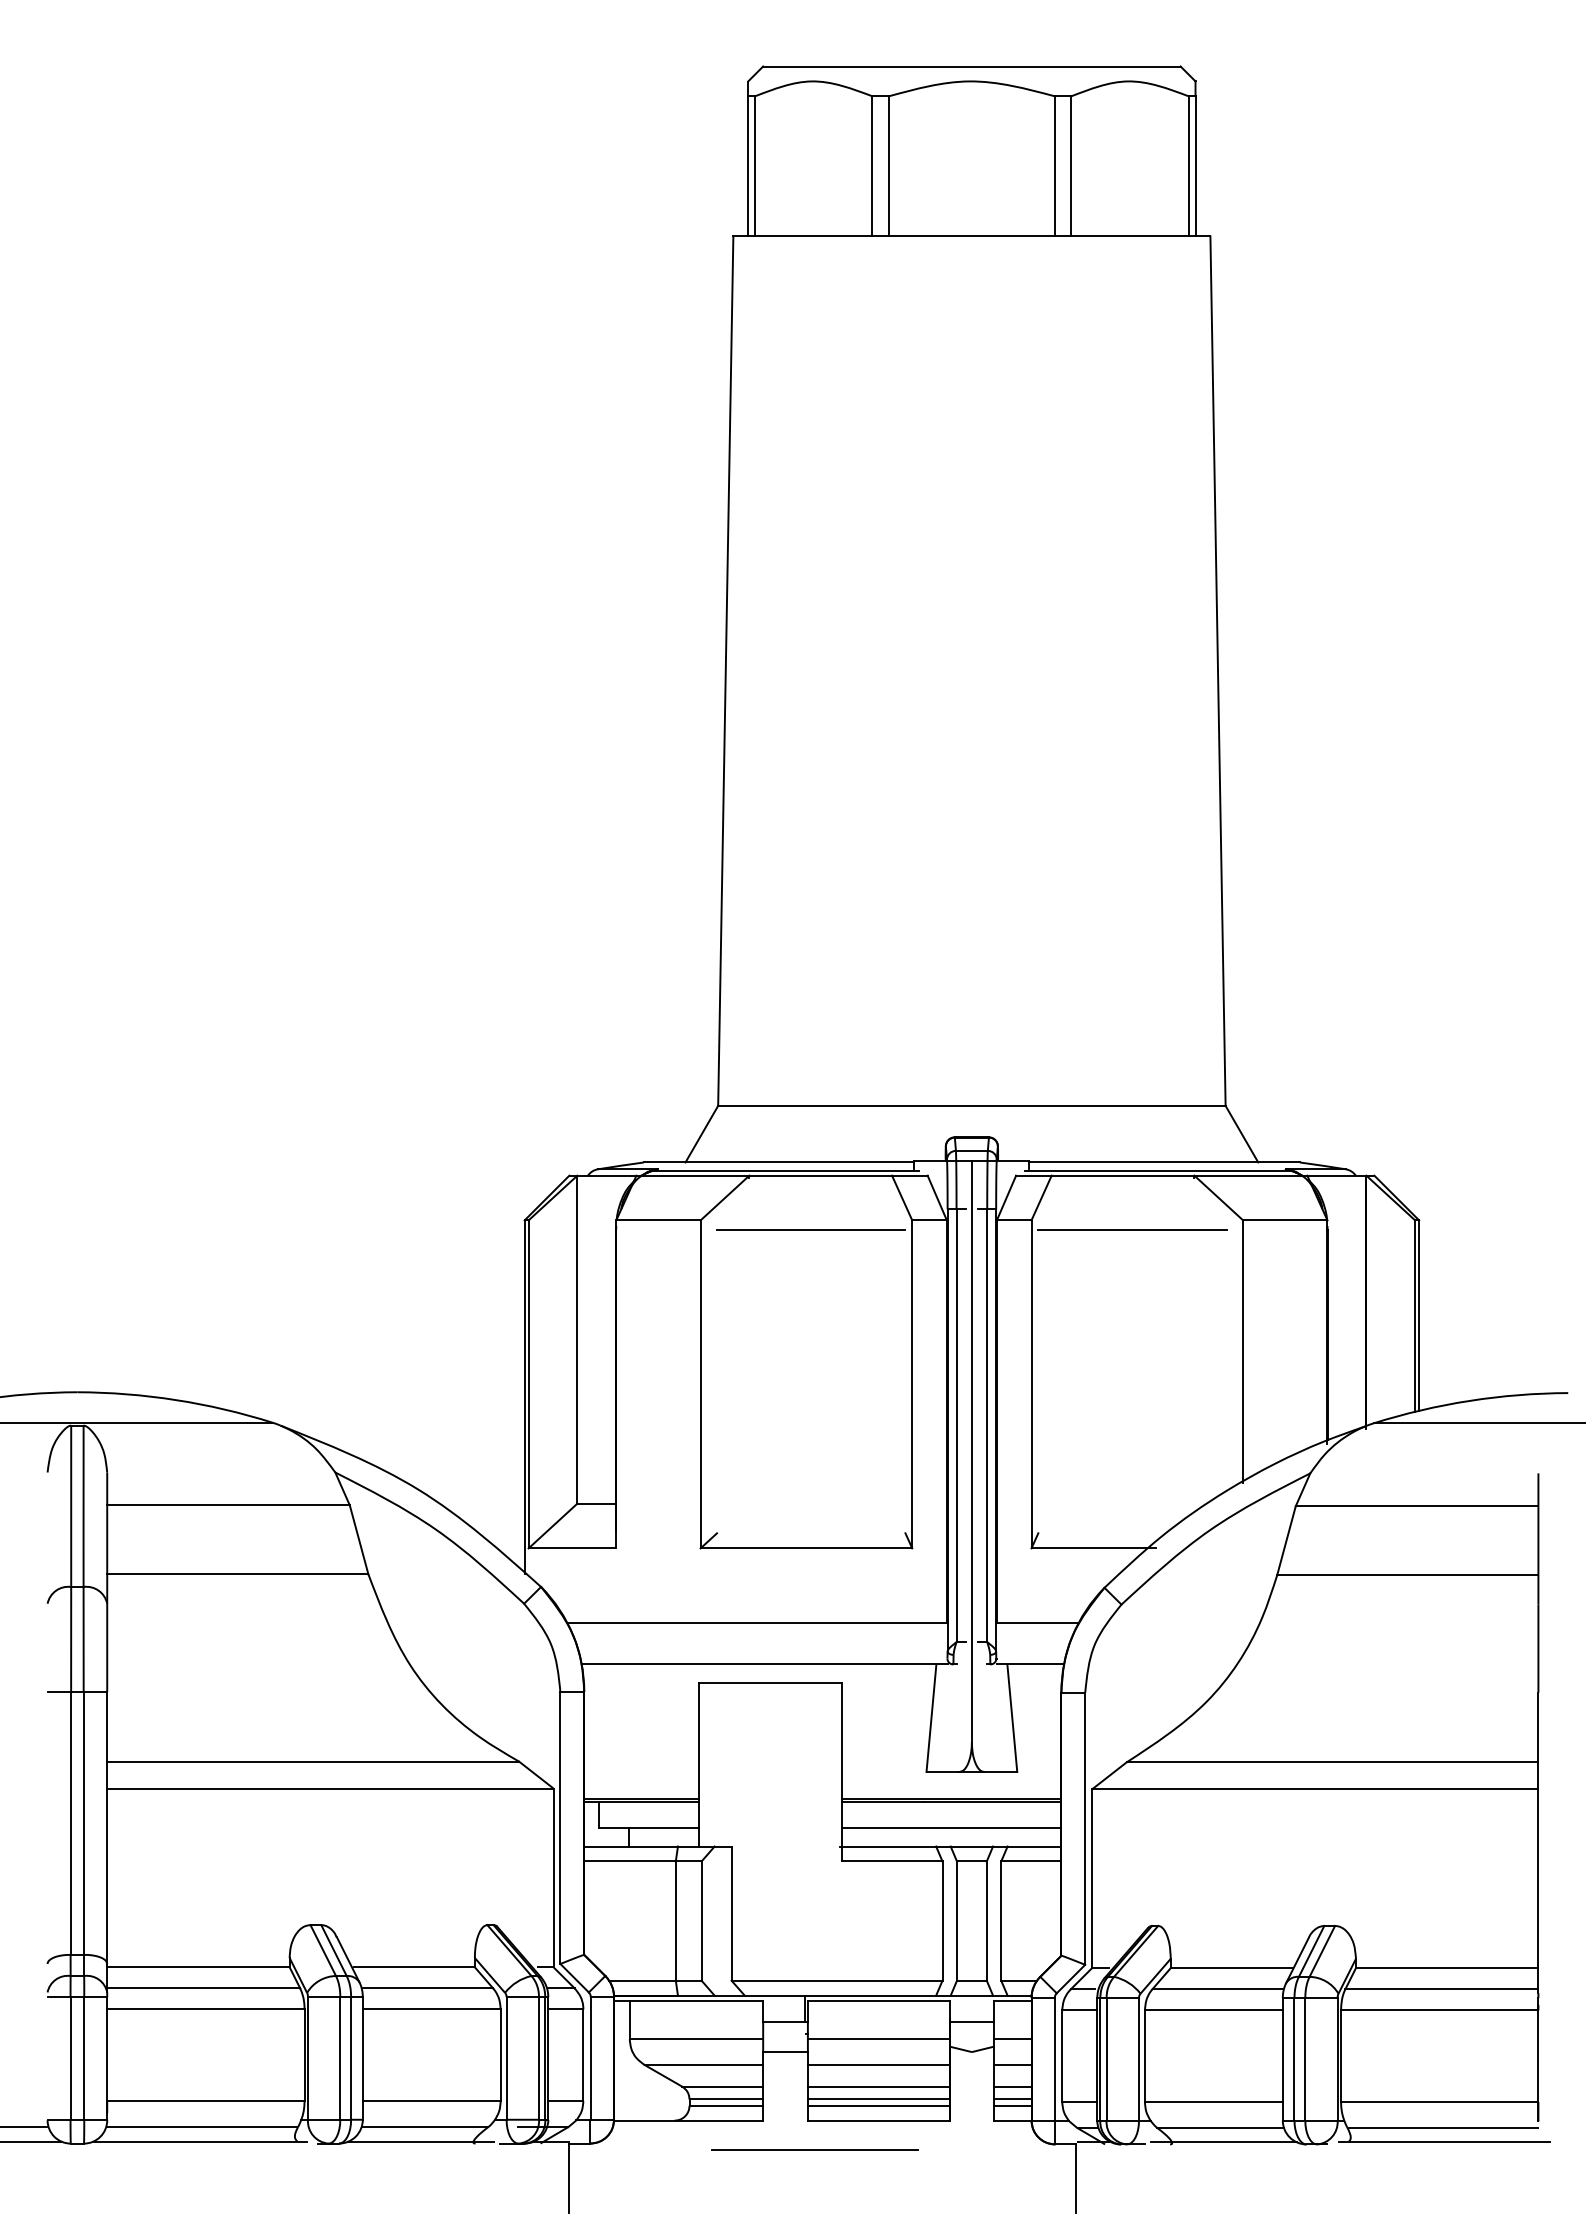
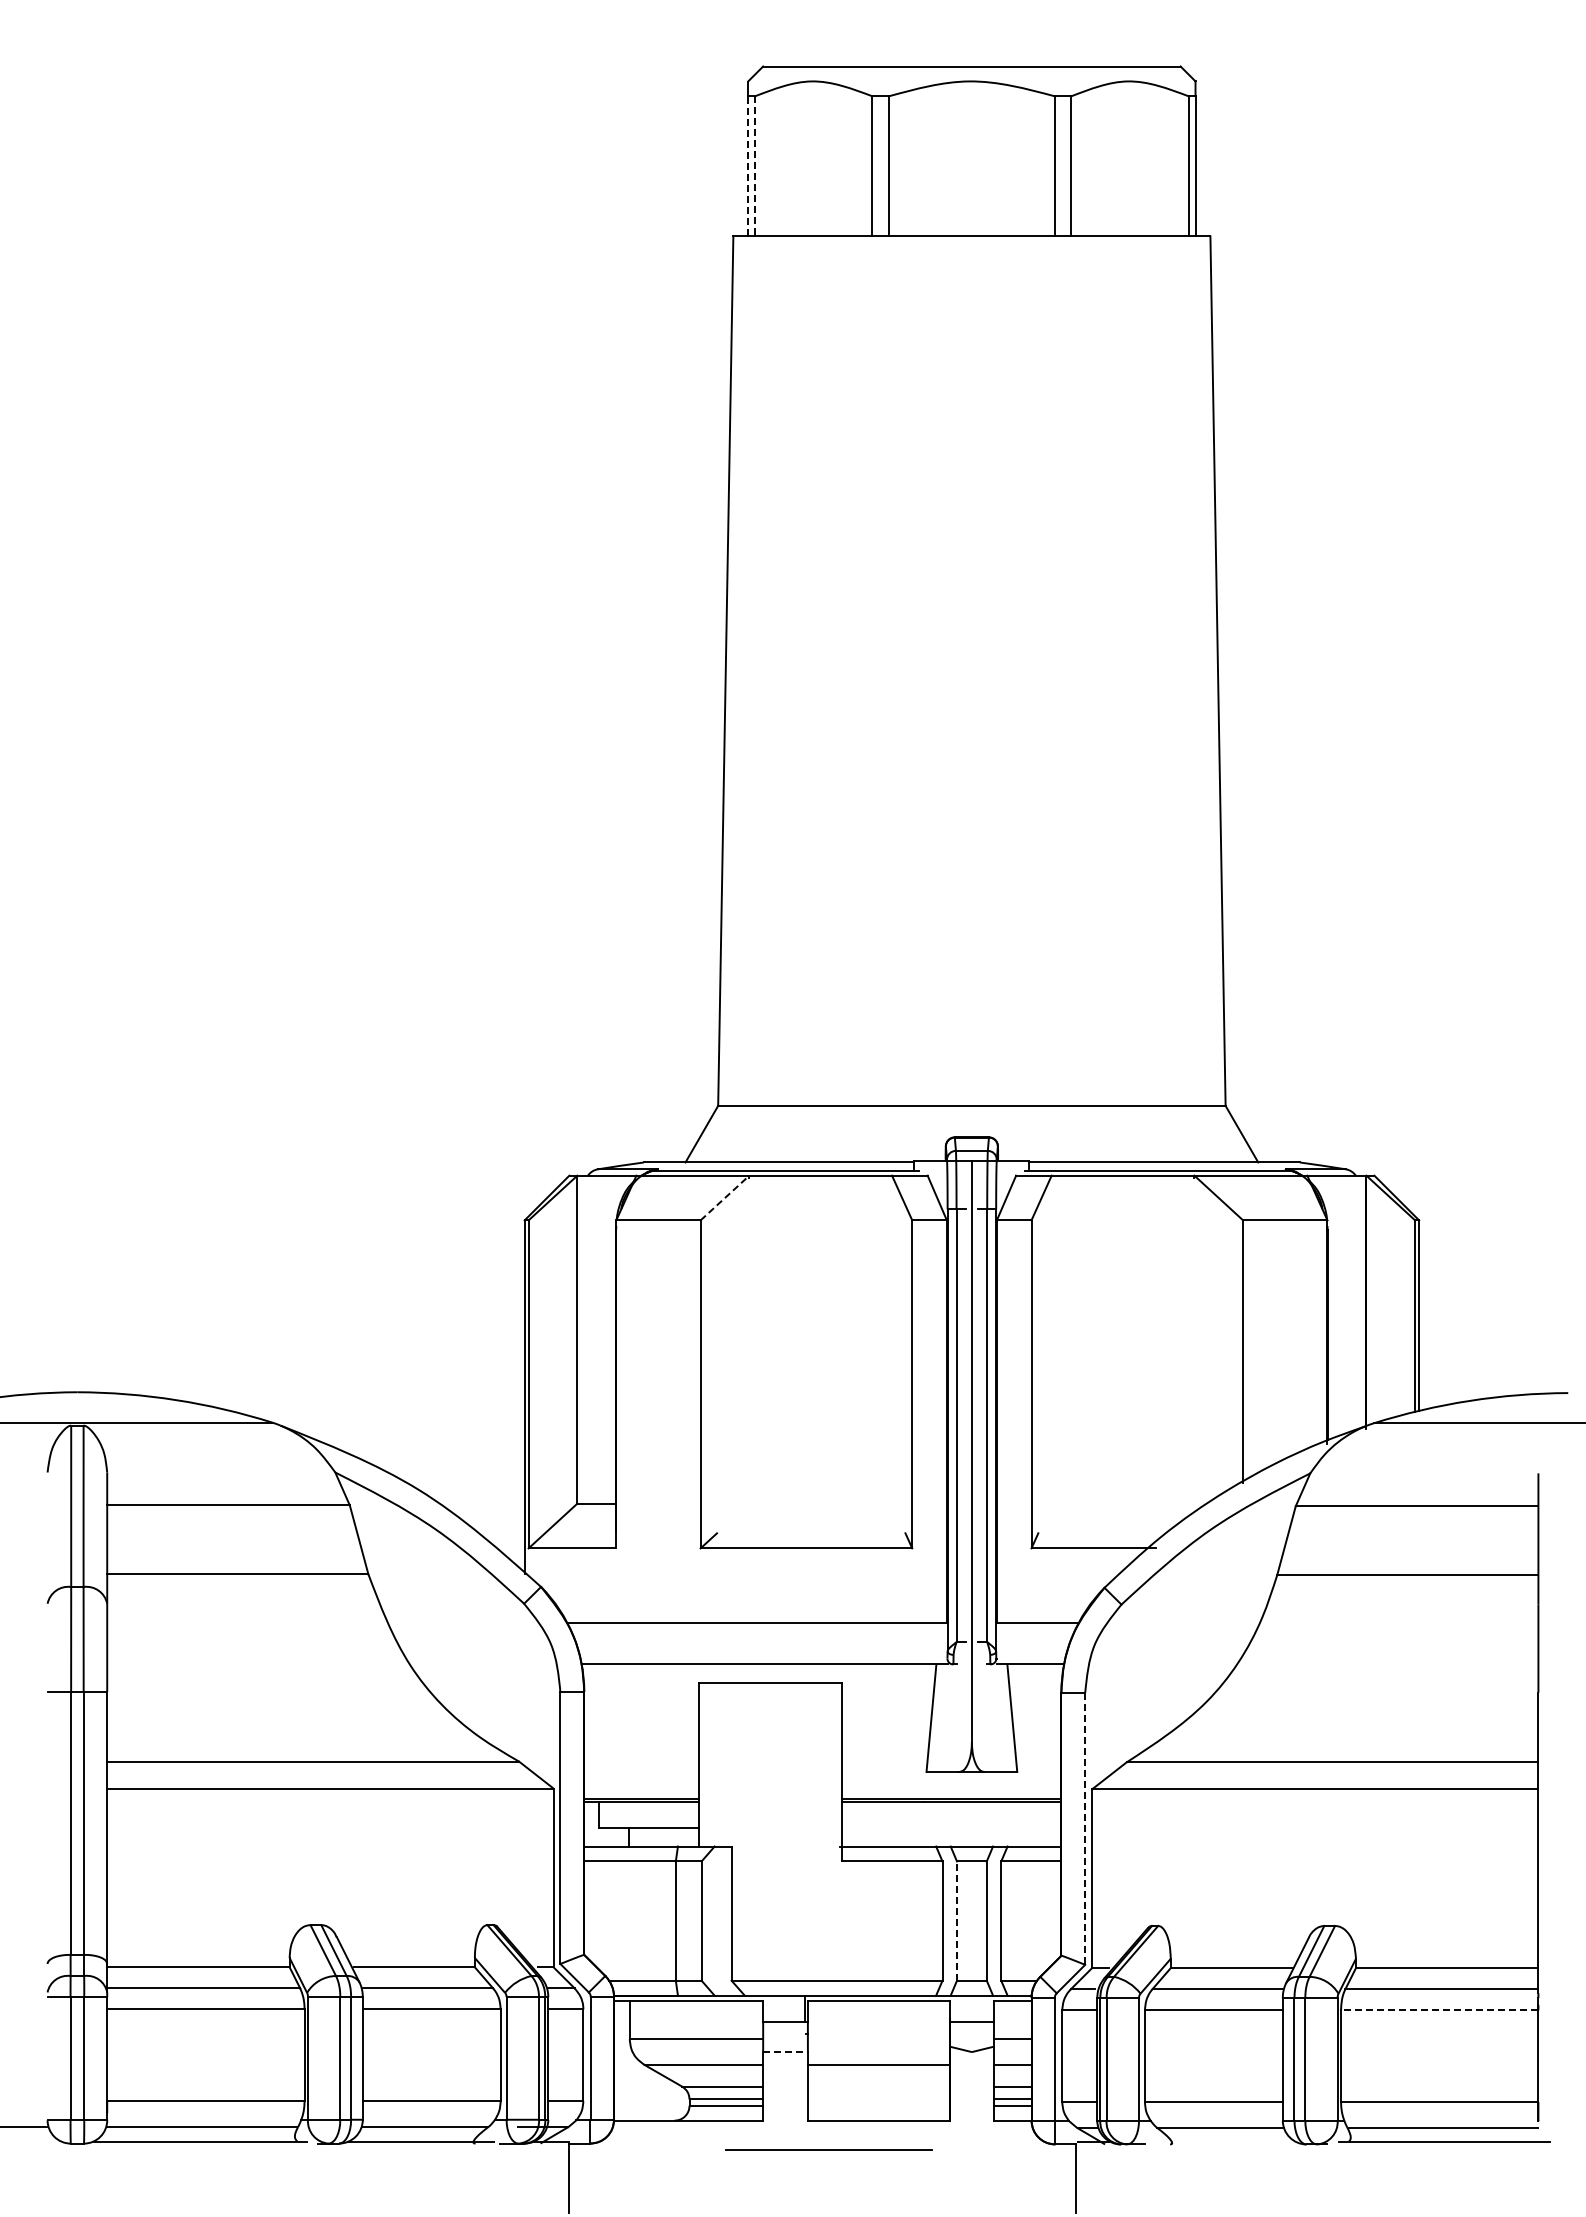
line at (748, 165): solid -> dashed
line at (755, 166): solid -> dashed
line at (725, 1197): solid -> dashed
line at (810, 1229): present -> none
line at (1132, 1229): present -> none
line at (951, 1828): present -> none
line at (1085, 1829): solid -> dashed
line at (956, 1921): solid -> dashed
line at (1439, 2010): solid -> dashed
line at (878, 2039): present -> none
line at (786, 2052): solid -> dashed
line at (878, 2086): present -> none
line at (878, 2099): present -> none
line at (878, 2105): present -> none
line at (31, 2141): present -> none
line at (1223, 2141): present -> none
line at (814, 2149) position: (814, 2149) -> (828, 2149)
